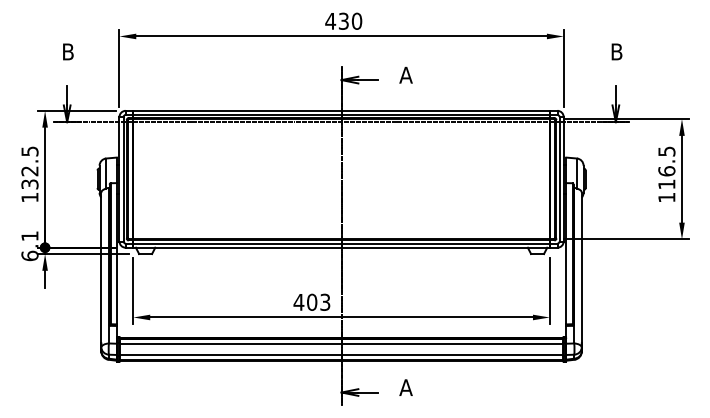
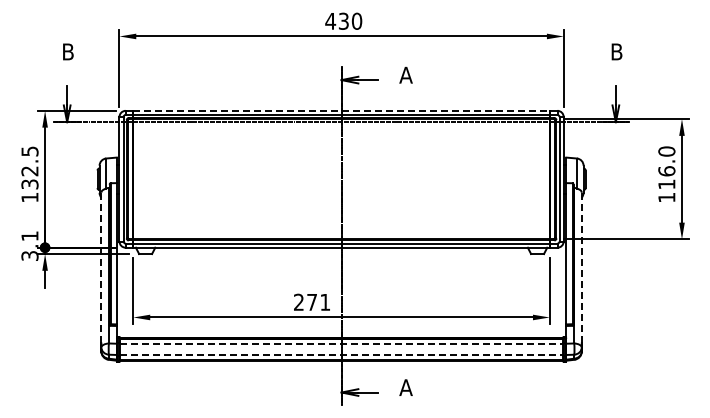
line at (342, 110): solid -> dashed
text at (666, 151): 116.5 -> 116.0
text at (29, 255): 6.1 -> 3.1
line at (101, 267): solid -> dashed
line at (581, 267): solid -> dashed
text at (311, 301): 403 -> 271
line at (341, 343): solid -> dashed
line at (341, 354): solid -> dashed
